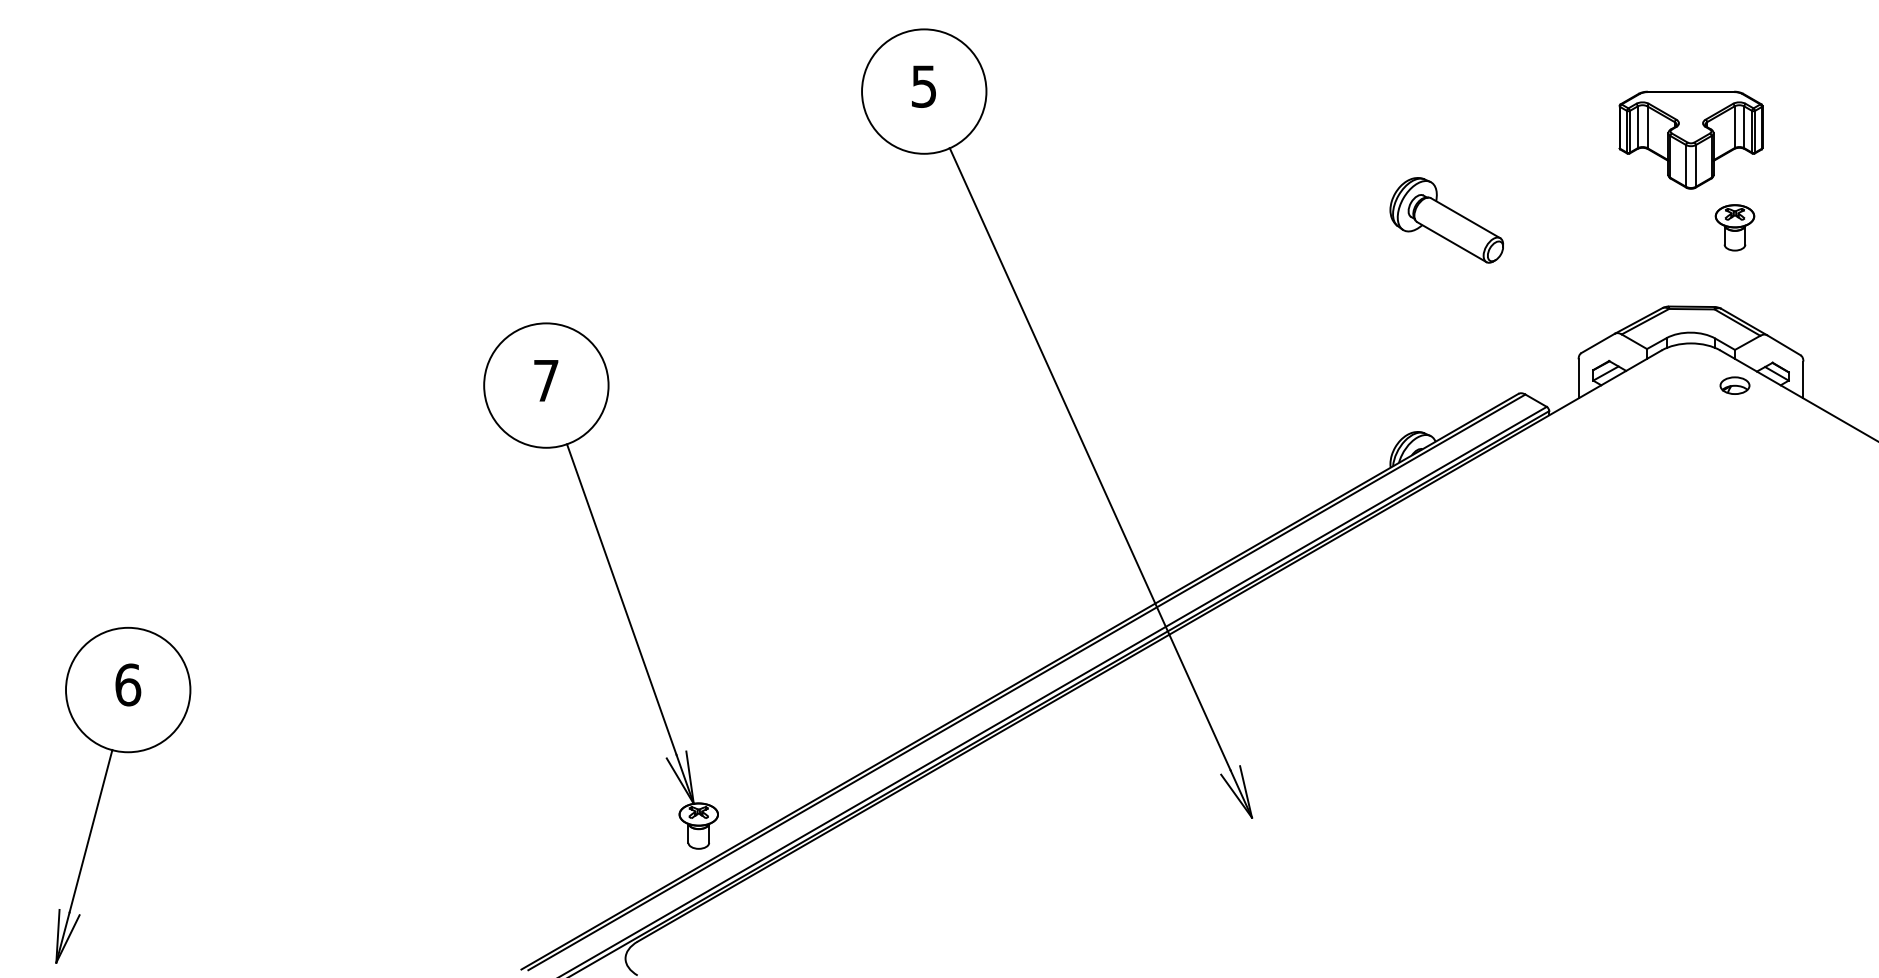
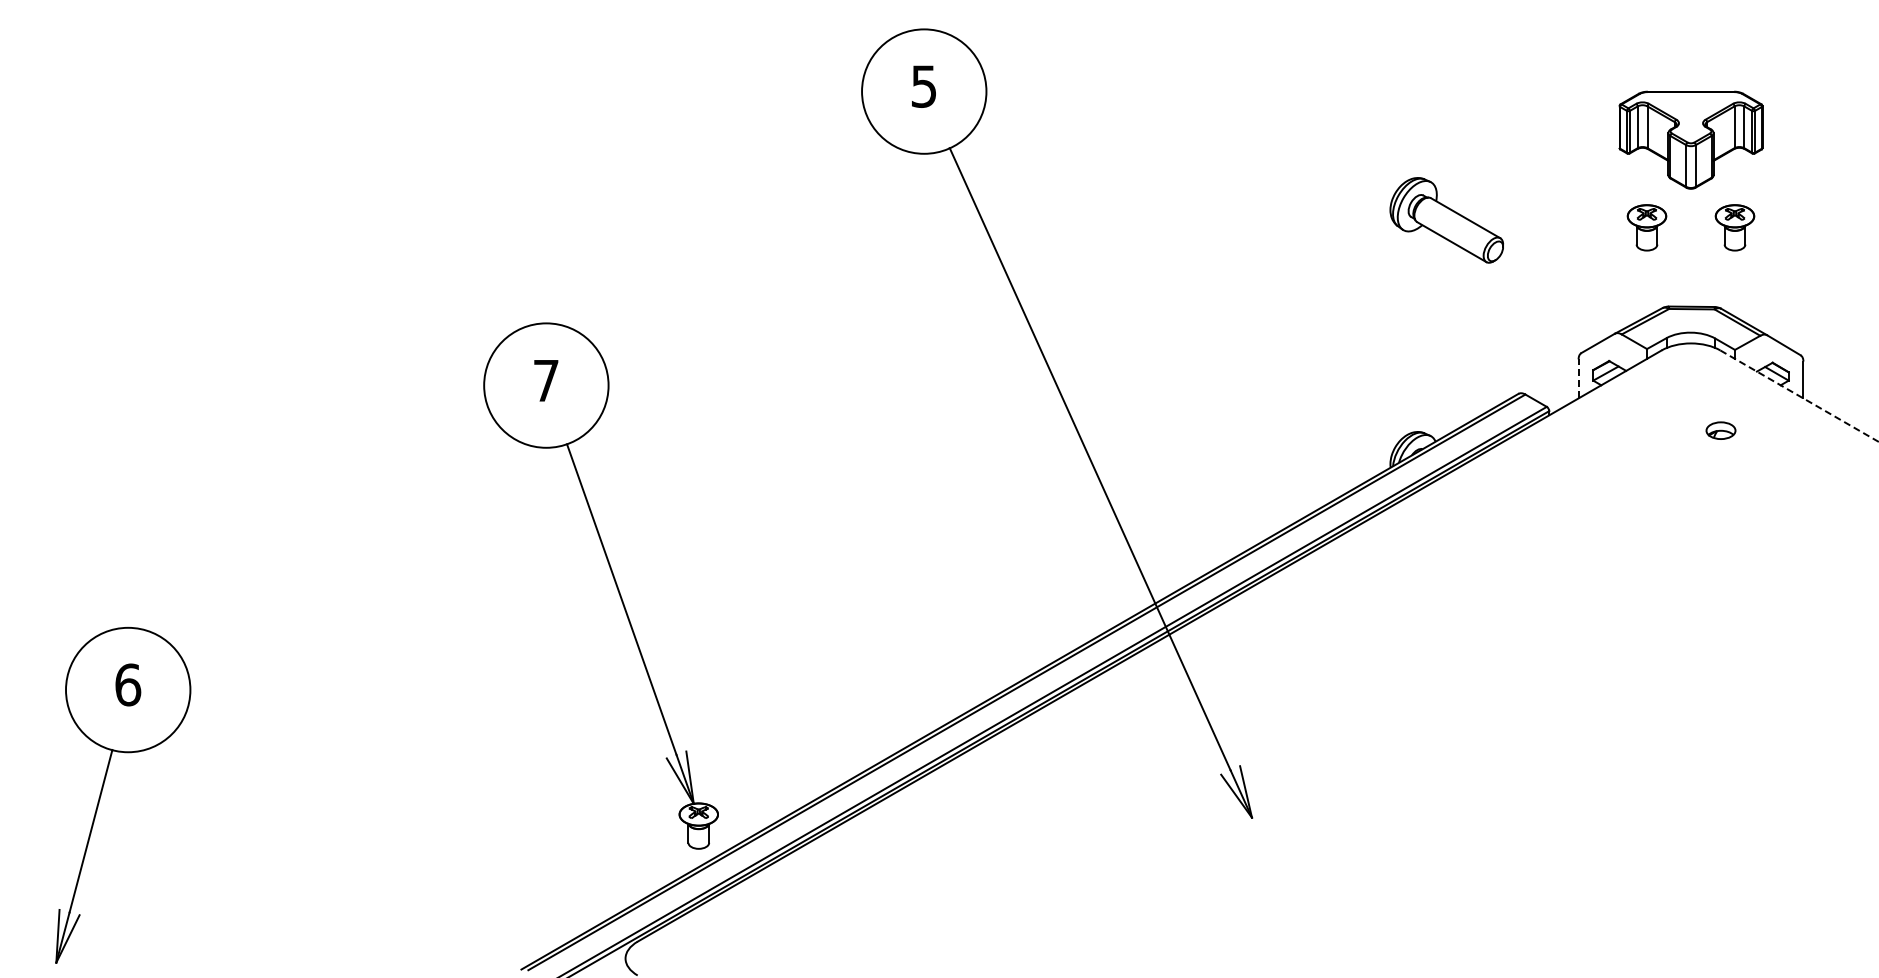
part at (1646, 227): none -> present
line at (1578, 378): solid -> dashed
part at (1734, 385) position: (1734, 385) -> (1720, 430)
line at (1799, 396): solid -> dashed
